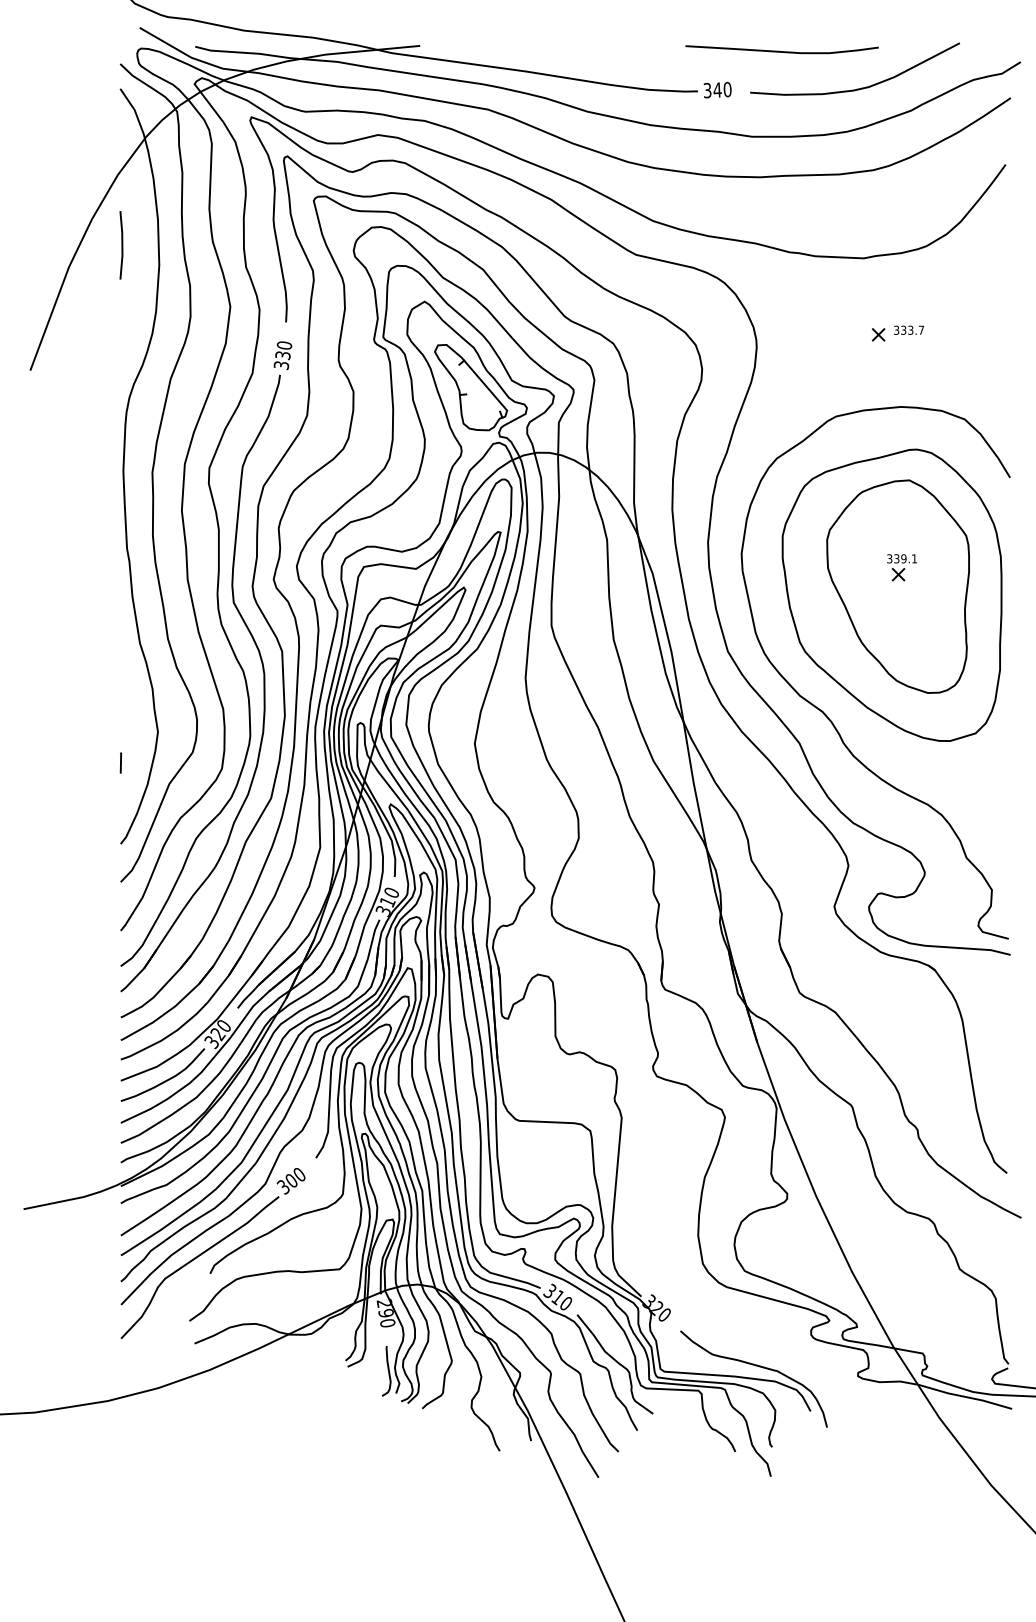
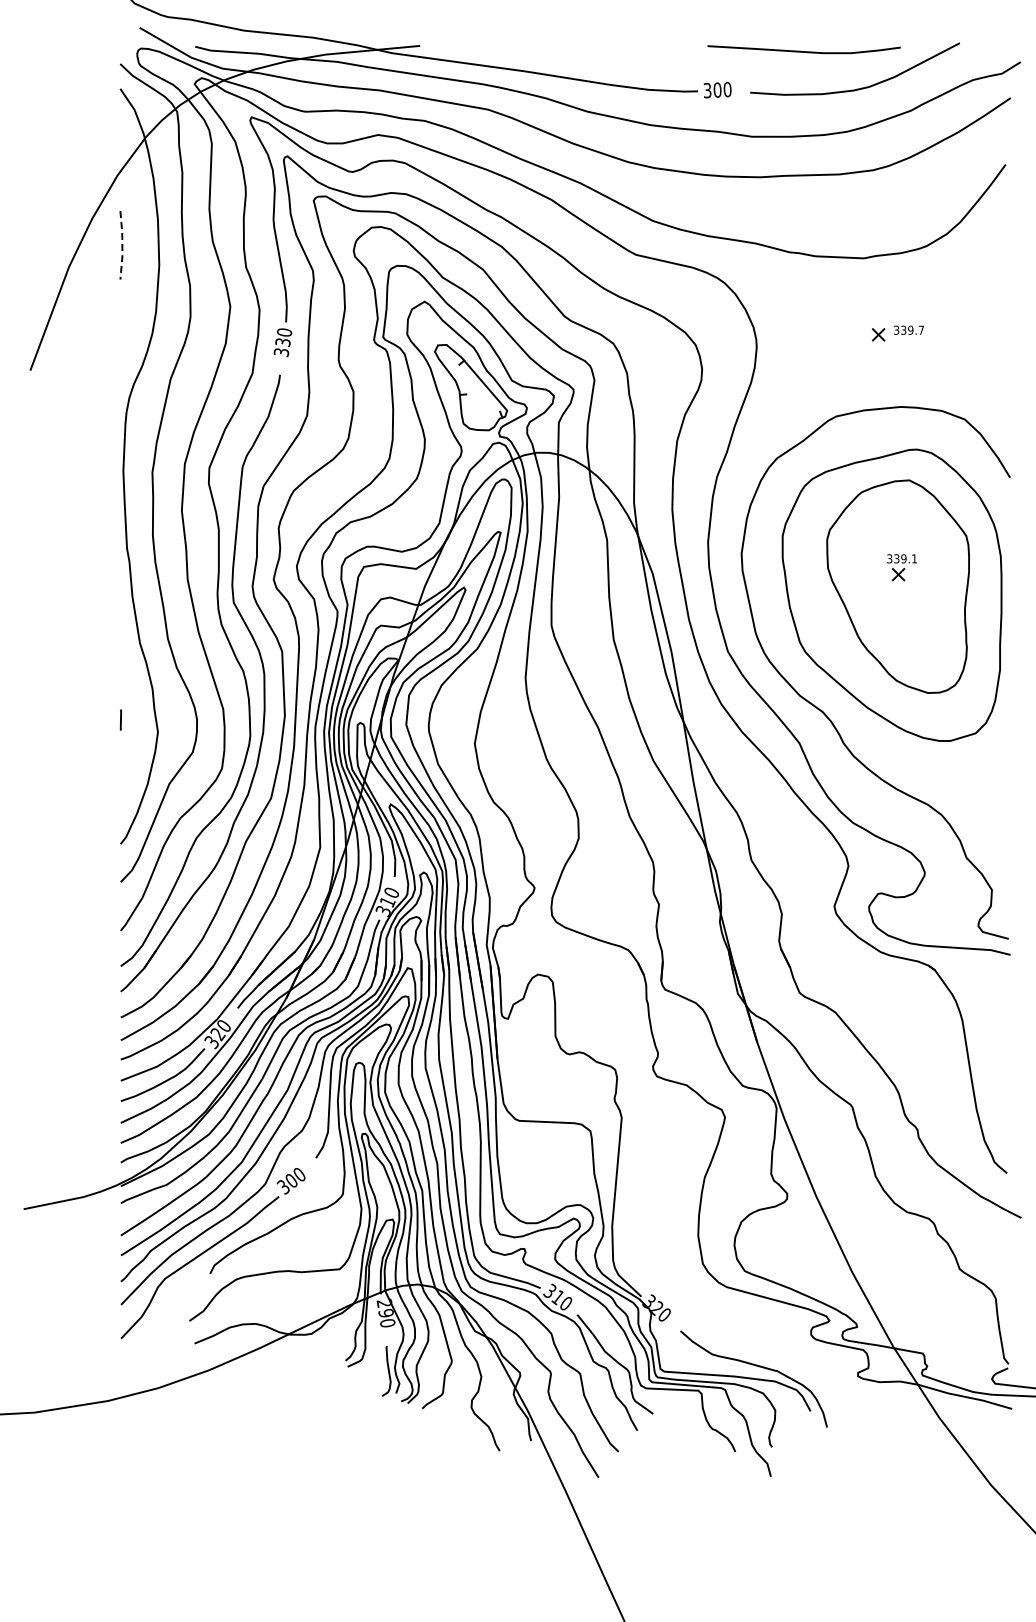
curve at (781, 51) position: (781, 51) -> (803, 51)
text at (717, 89): 340 -> 300
line at (122, 245): solid -> dashed
text at (910, 329): 333.7 -> 339.7
text at (282, 355) position: (282, 355) -> (282, 342)
line at (120, 762) position: (120, 762) -> (120, 719)
